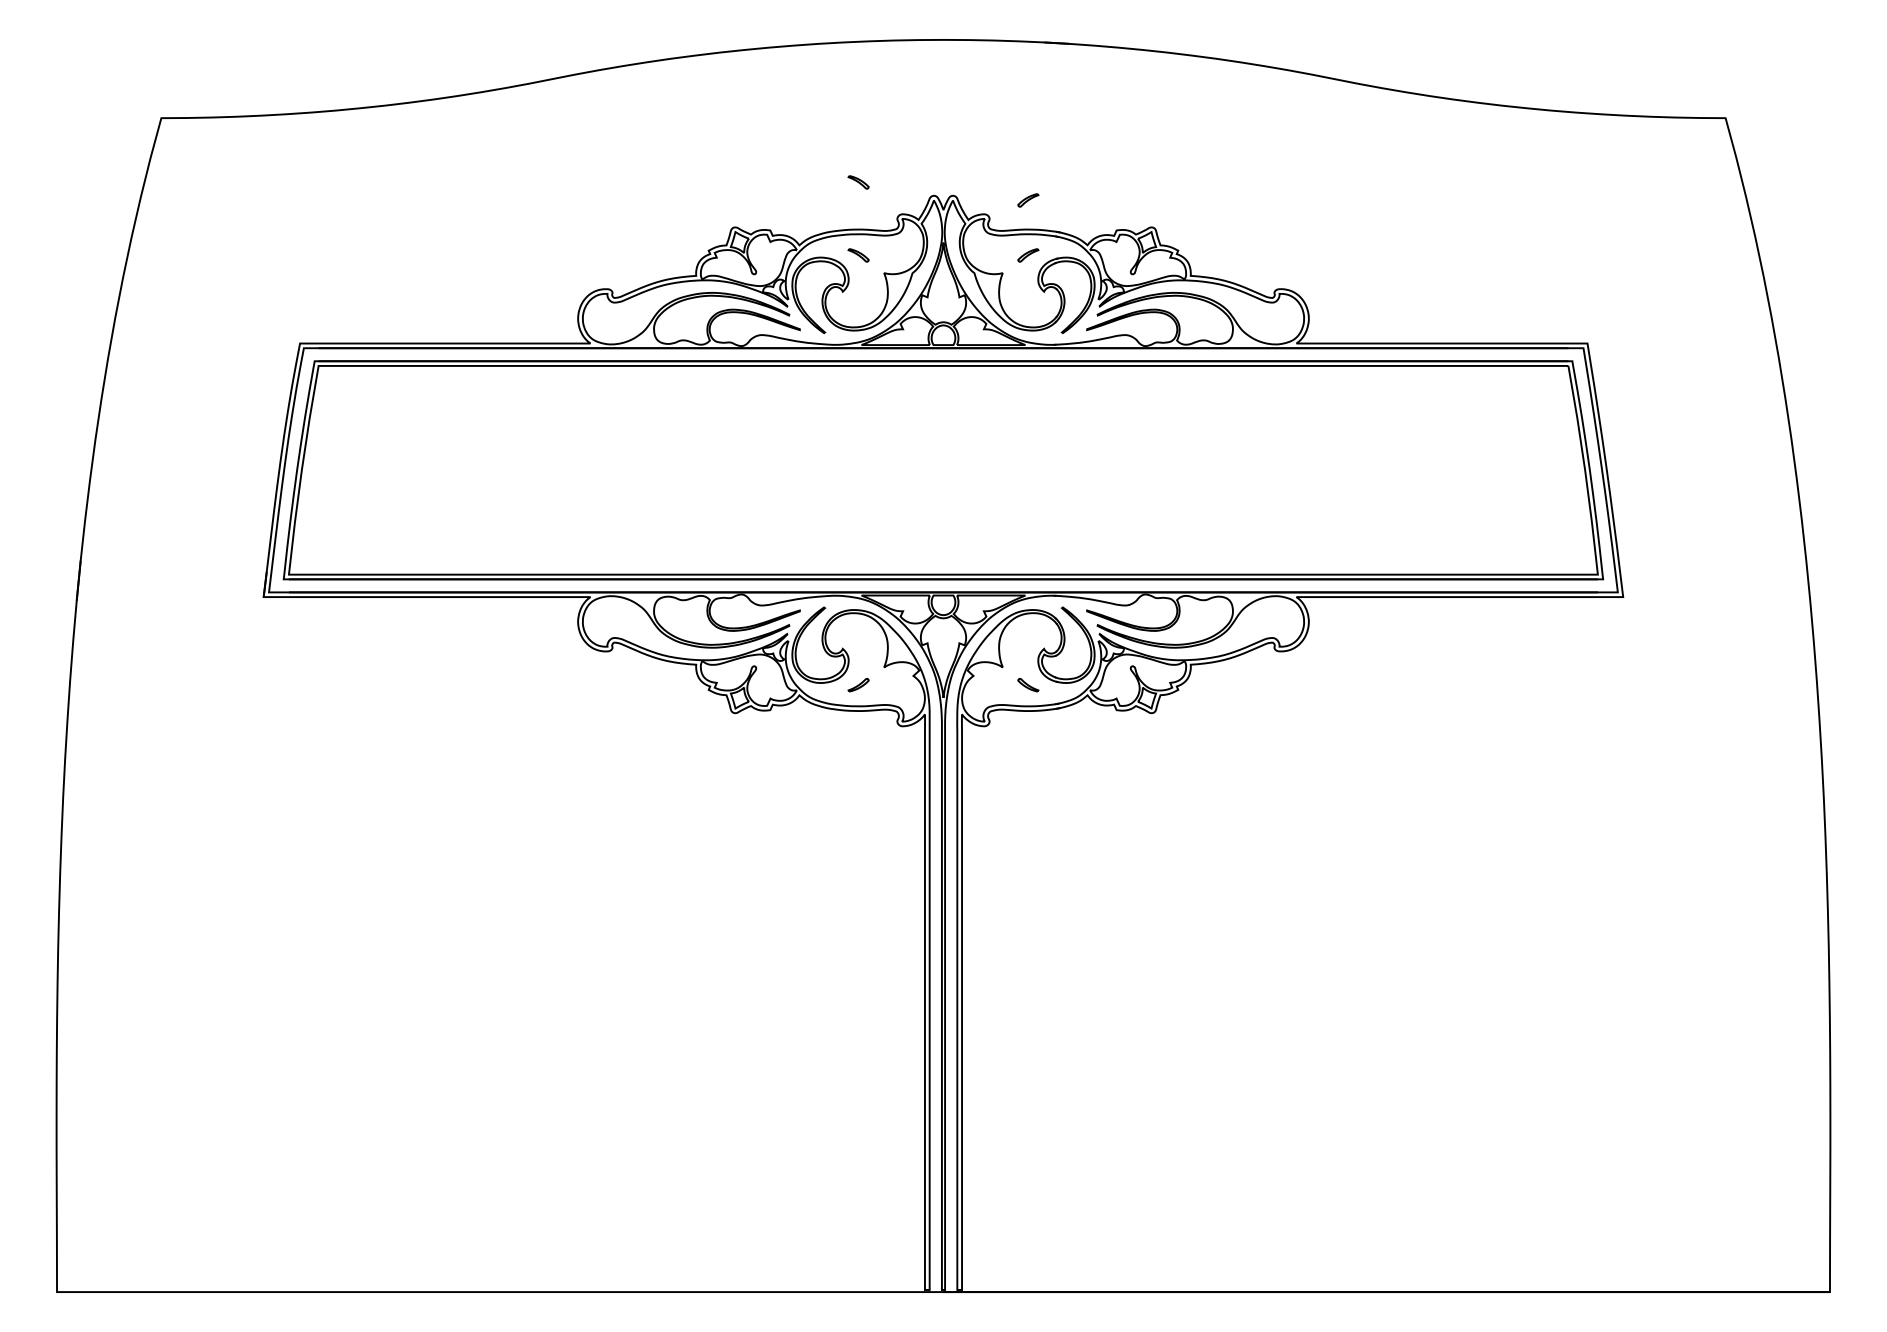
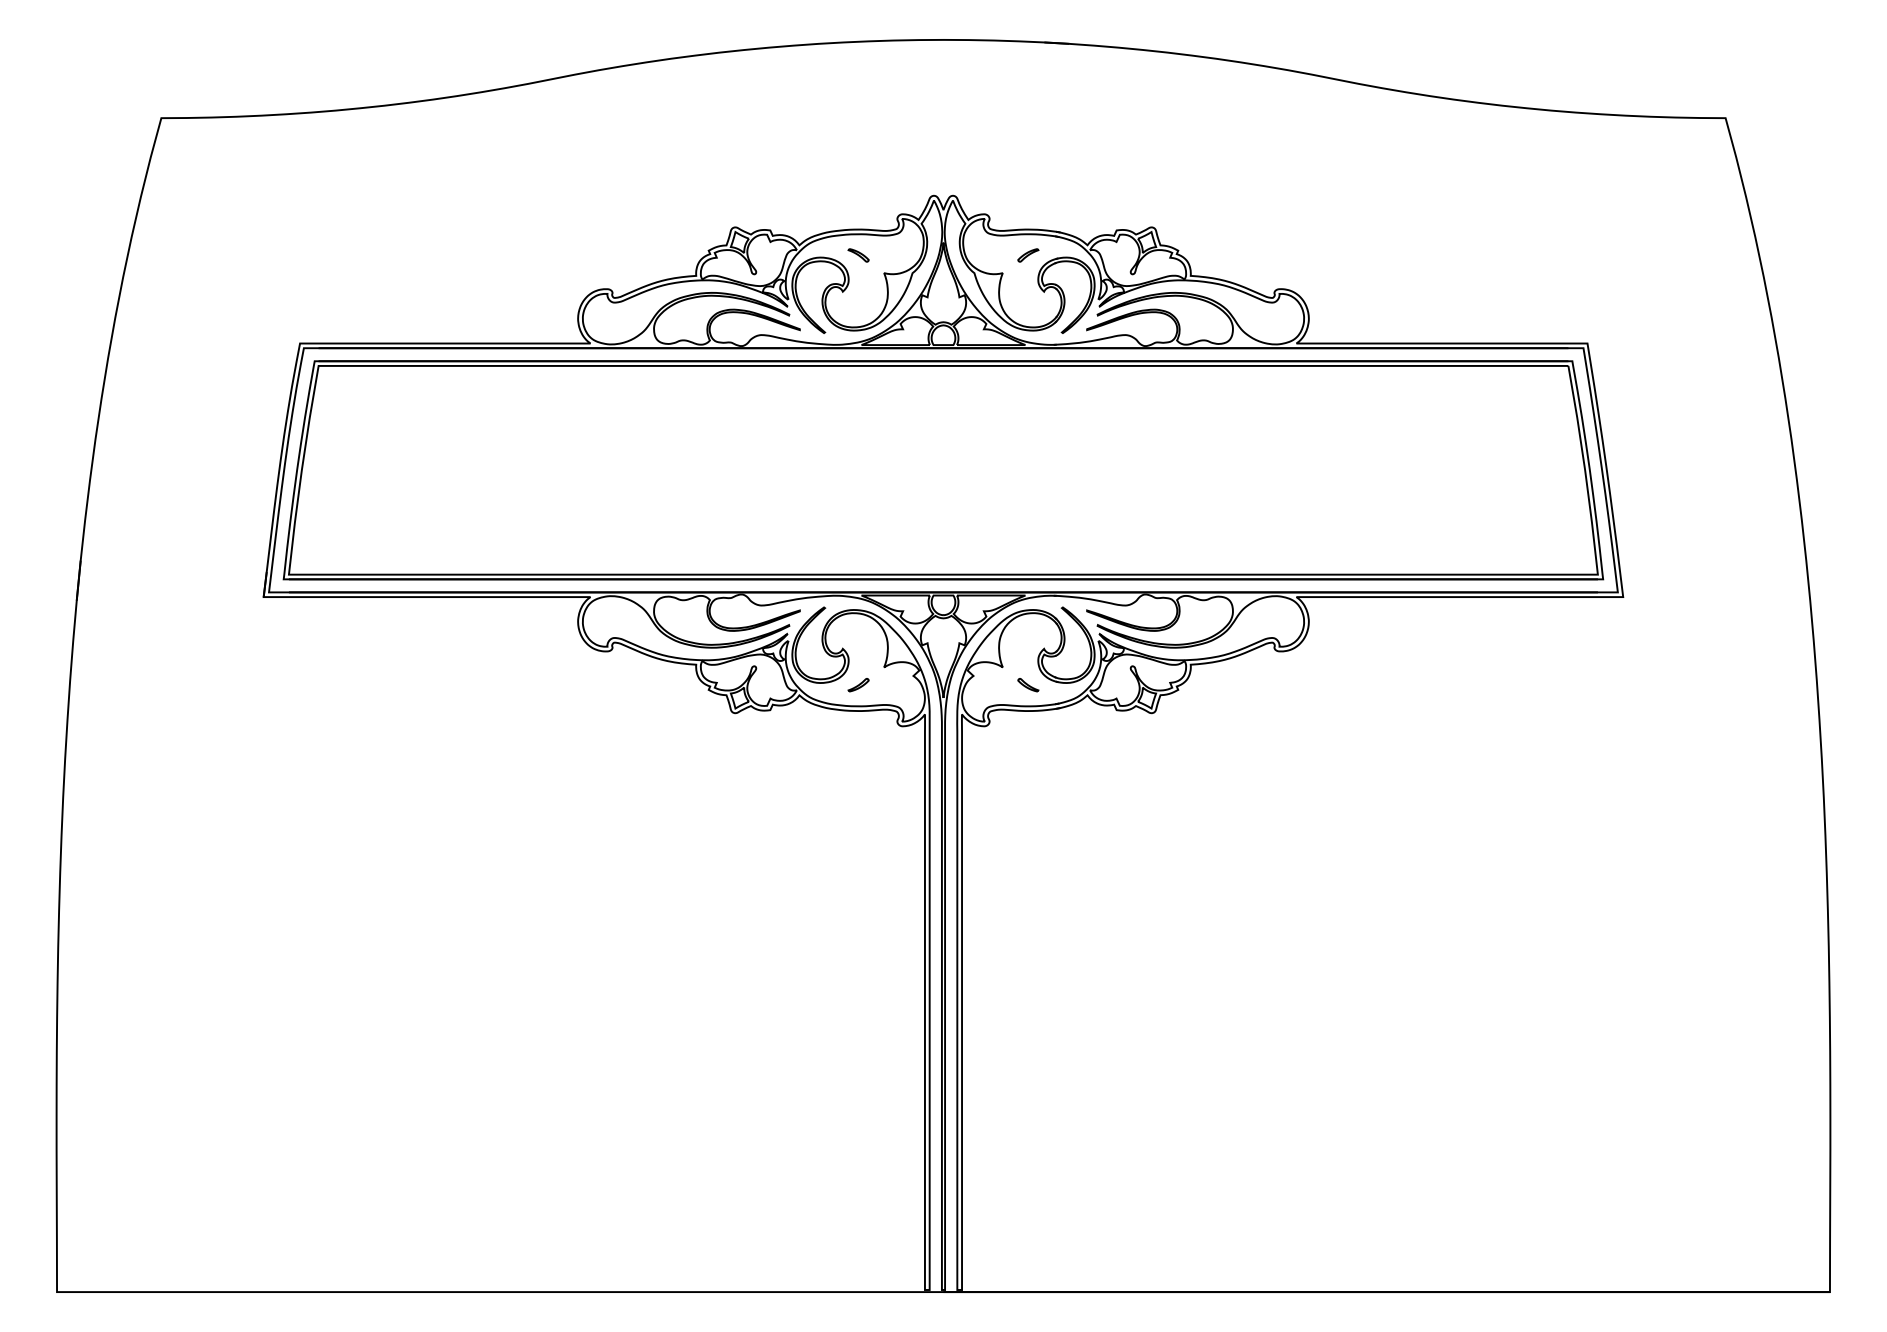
part at (858, 182): present -> none
part at (1028, 200): present -> none
